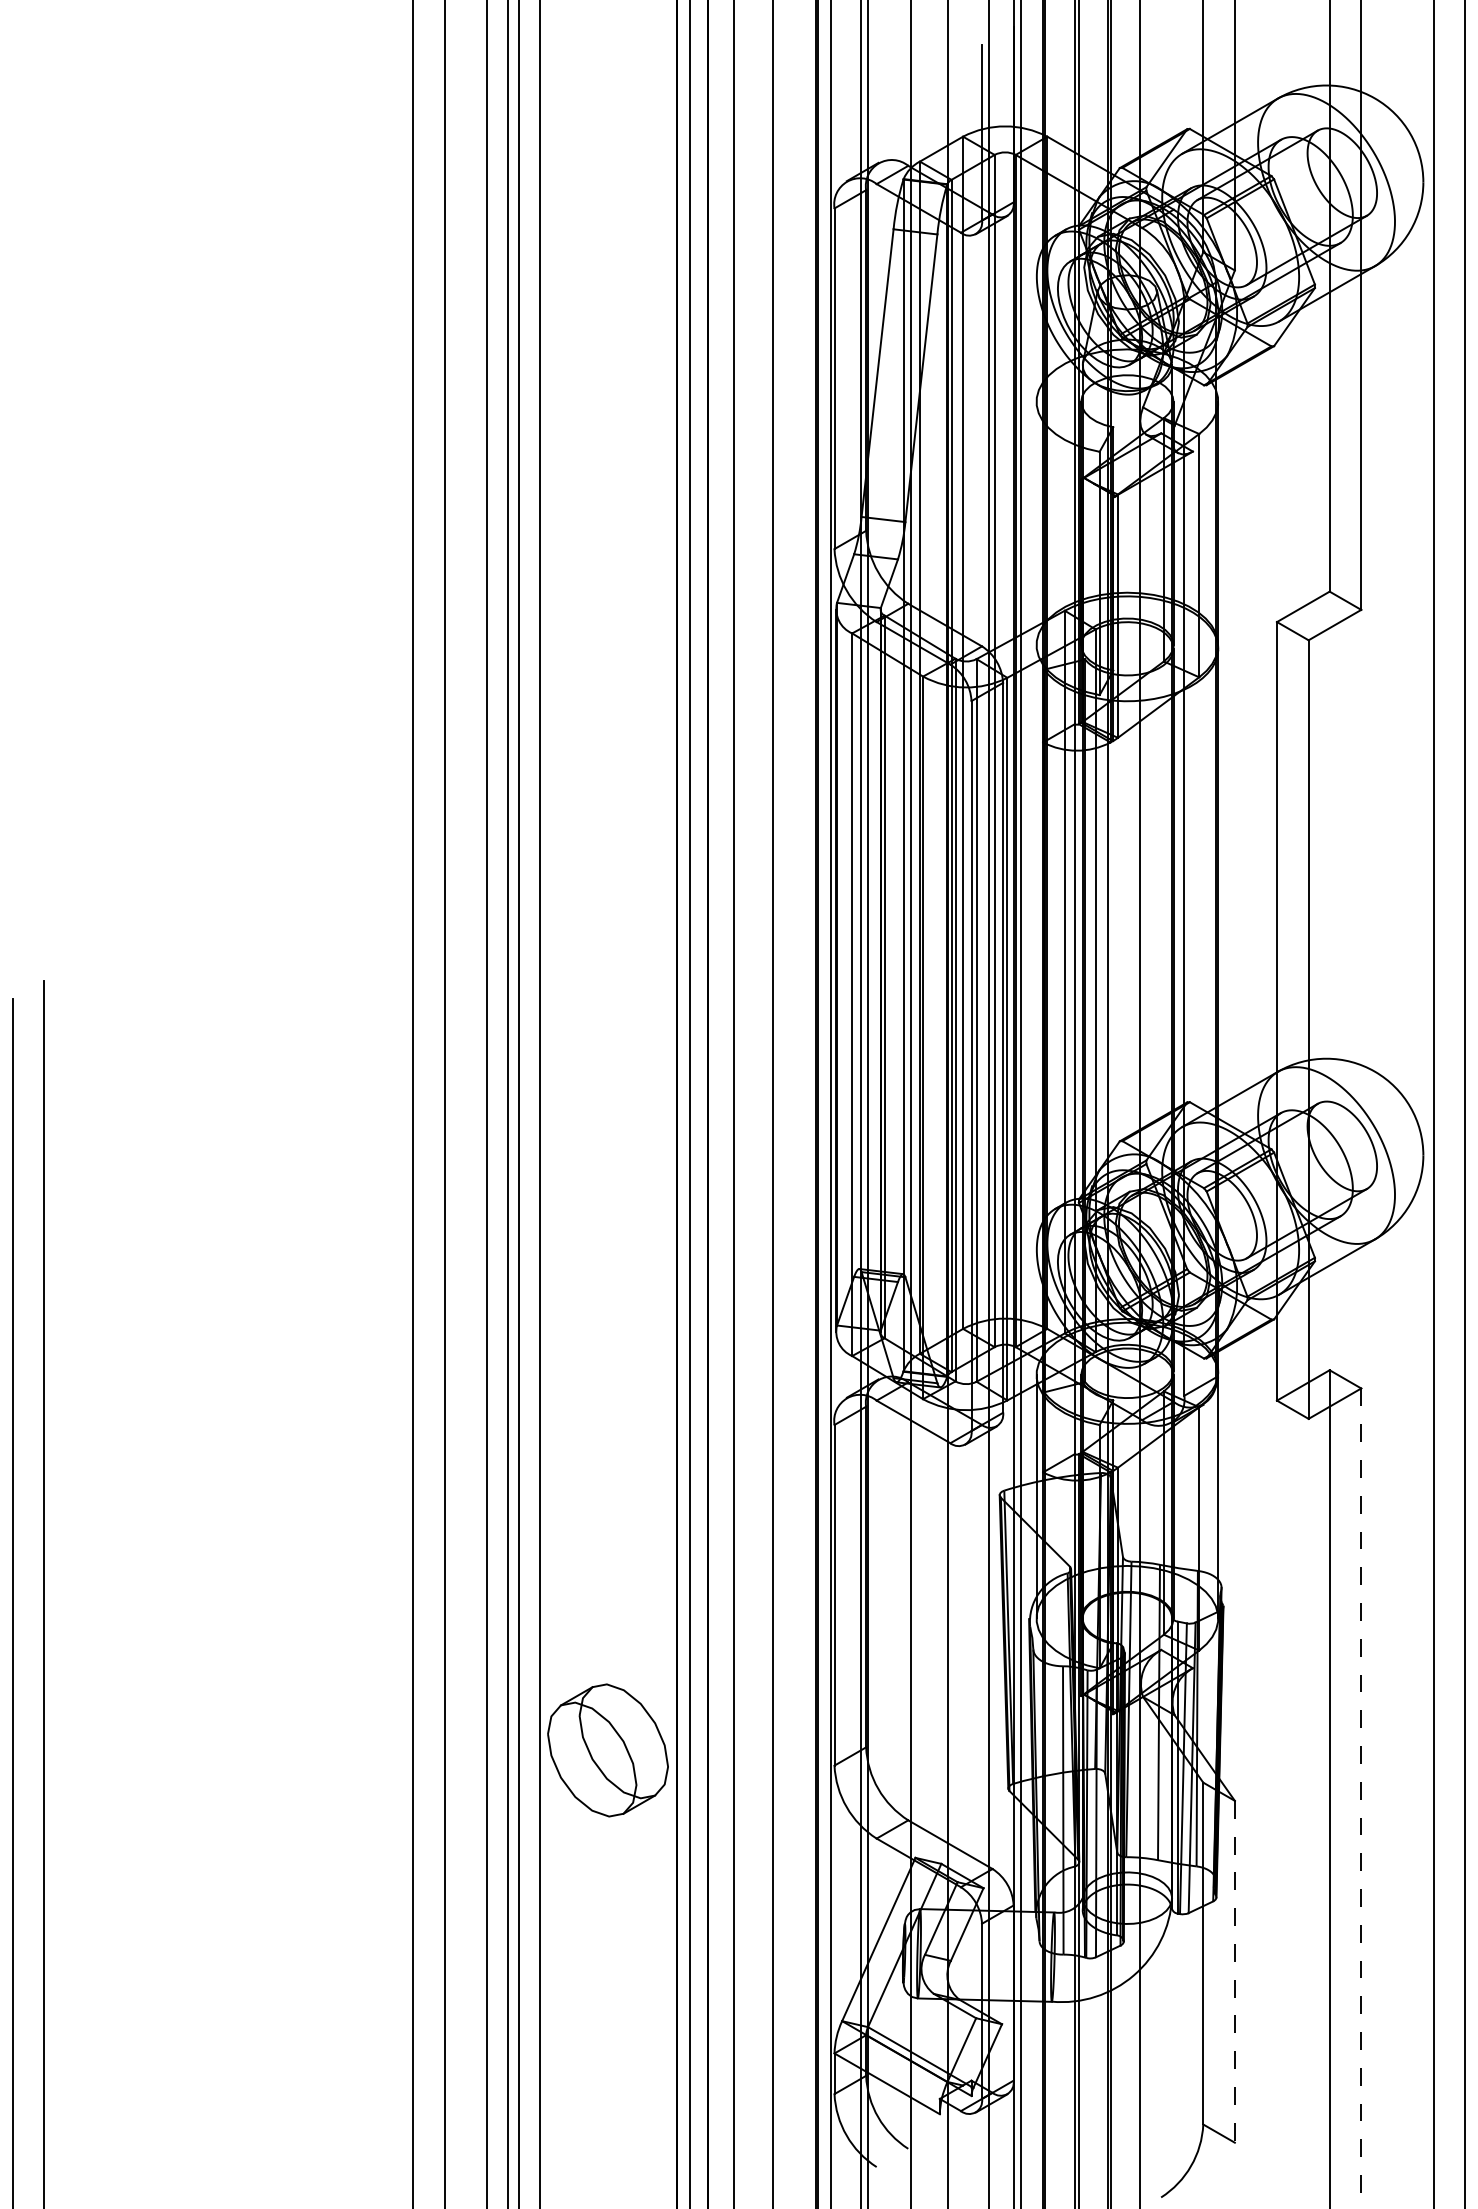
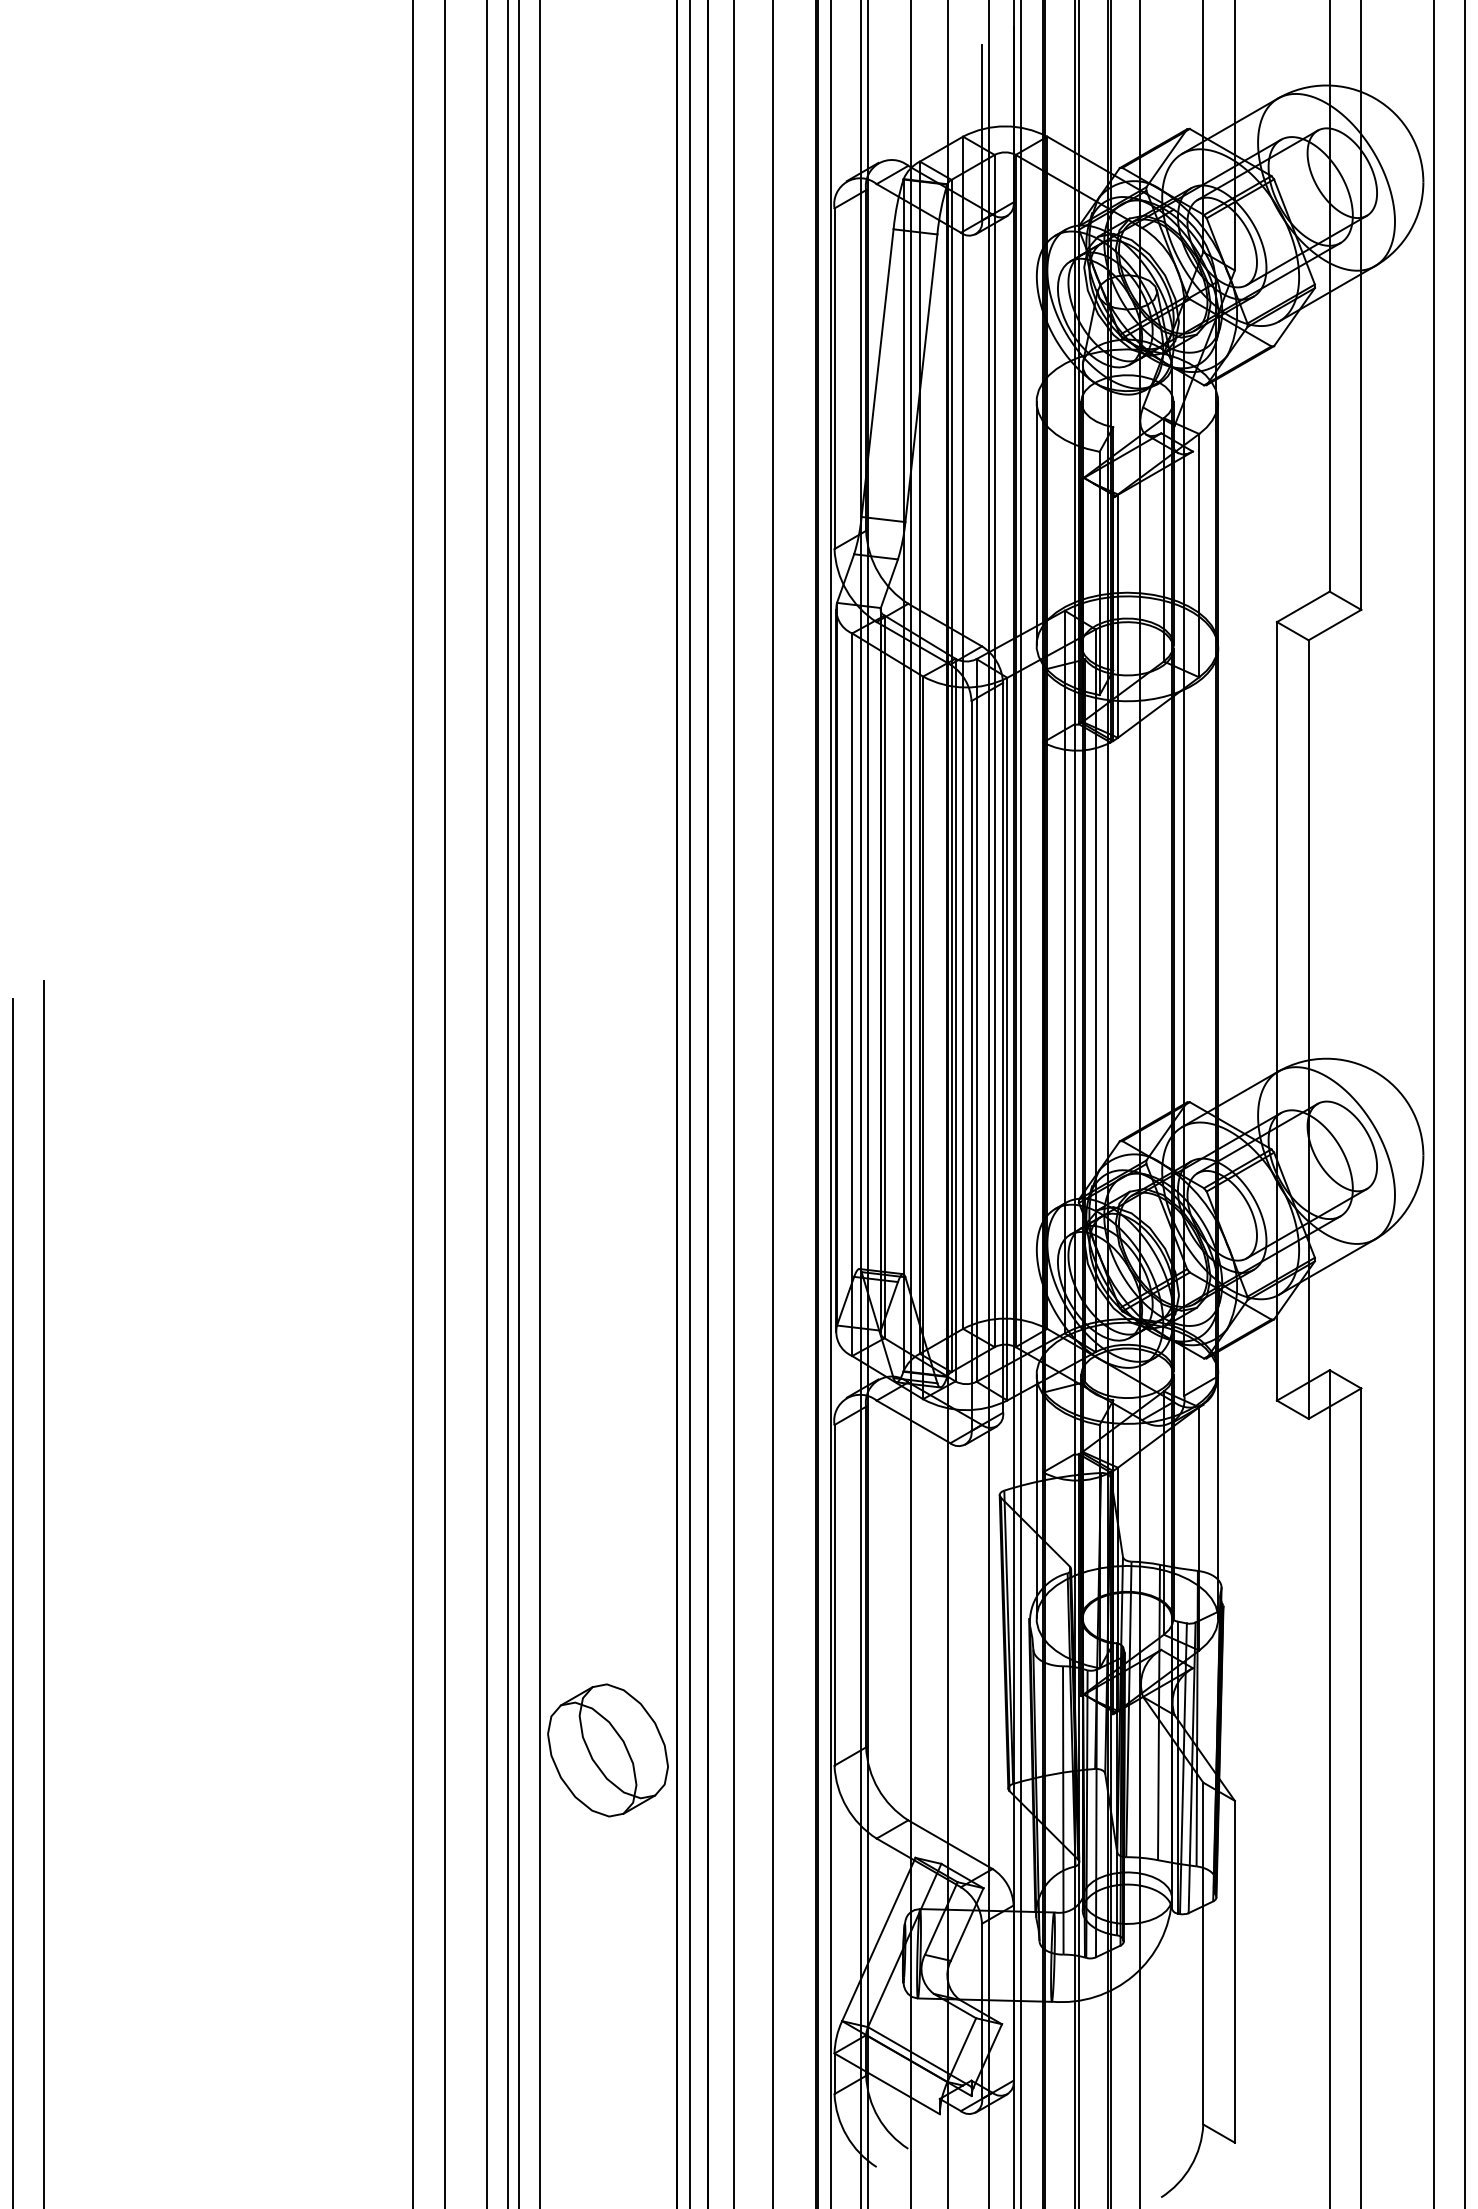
line at (1036, 523): none -> present
line at (1361, 1798): dashed -> solid
line at (1234, 1971): dashed -> solid
